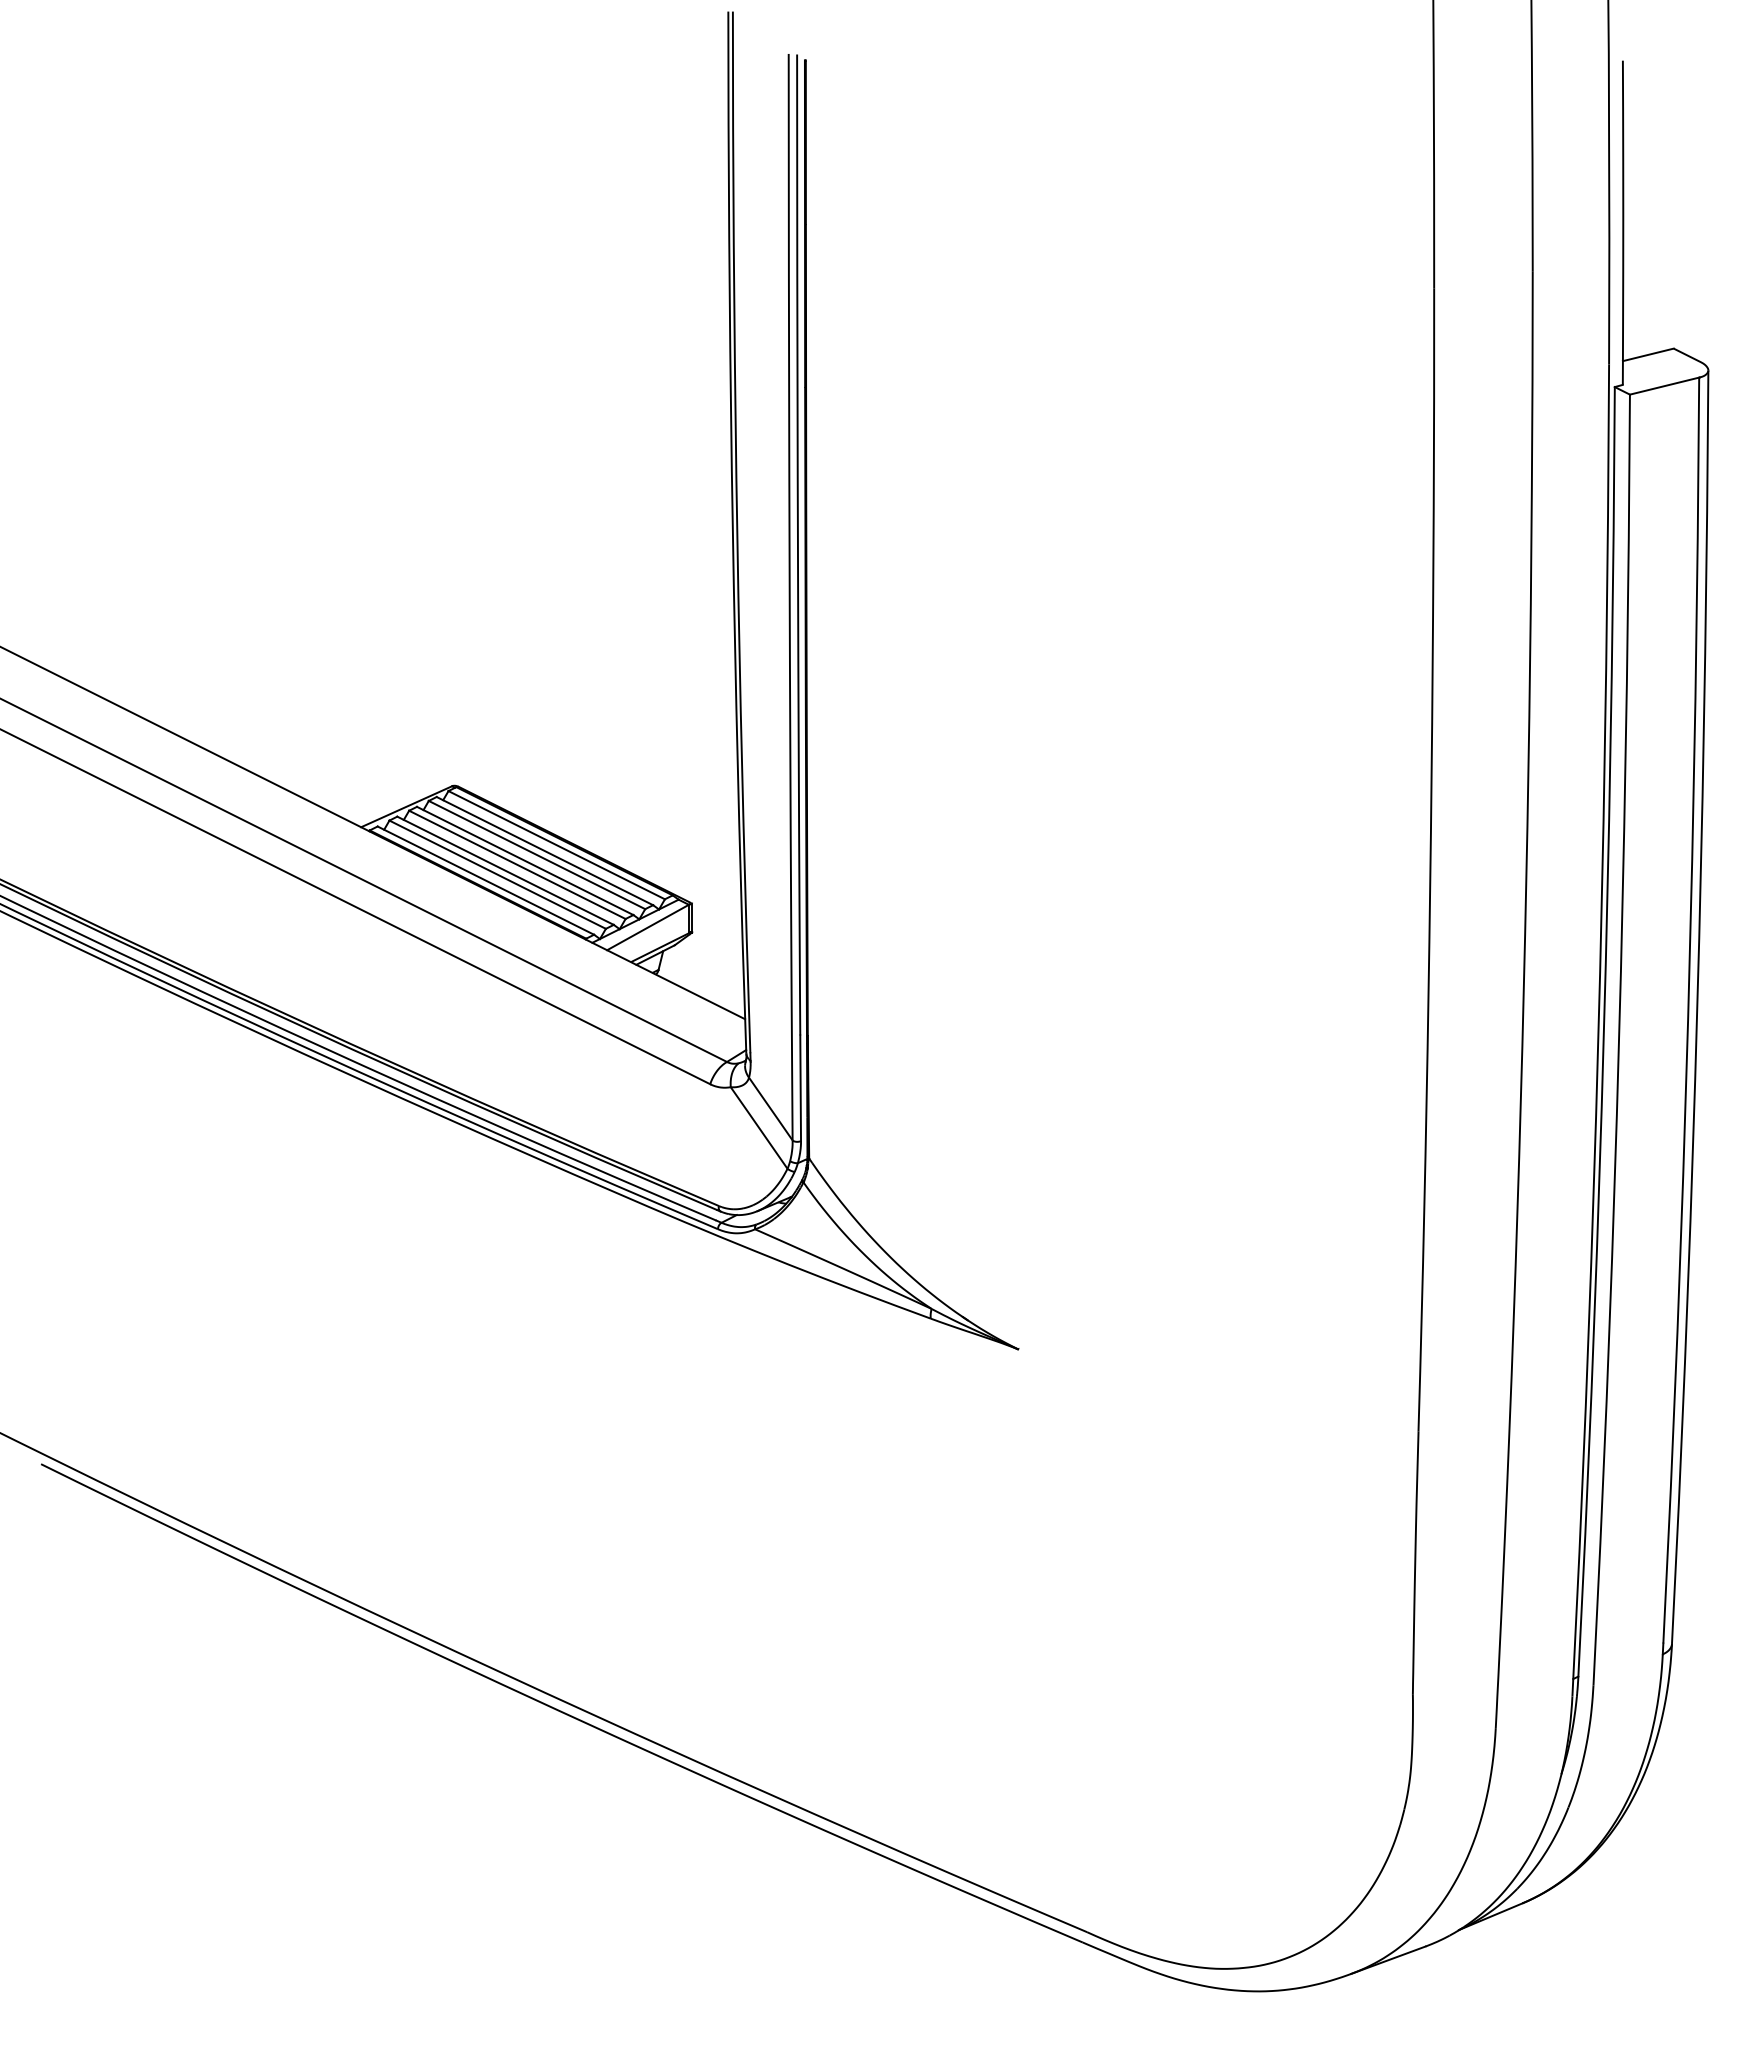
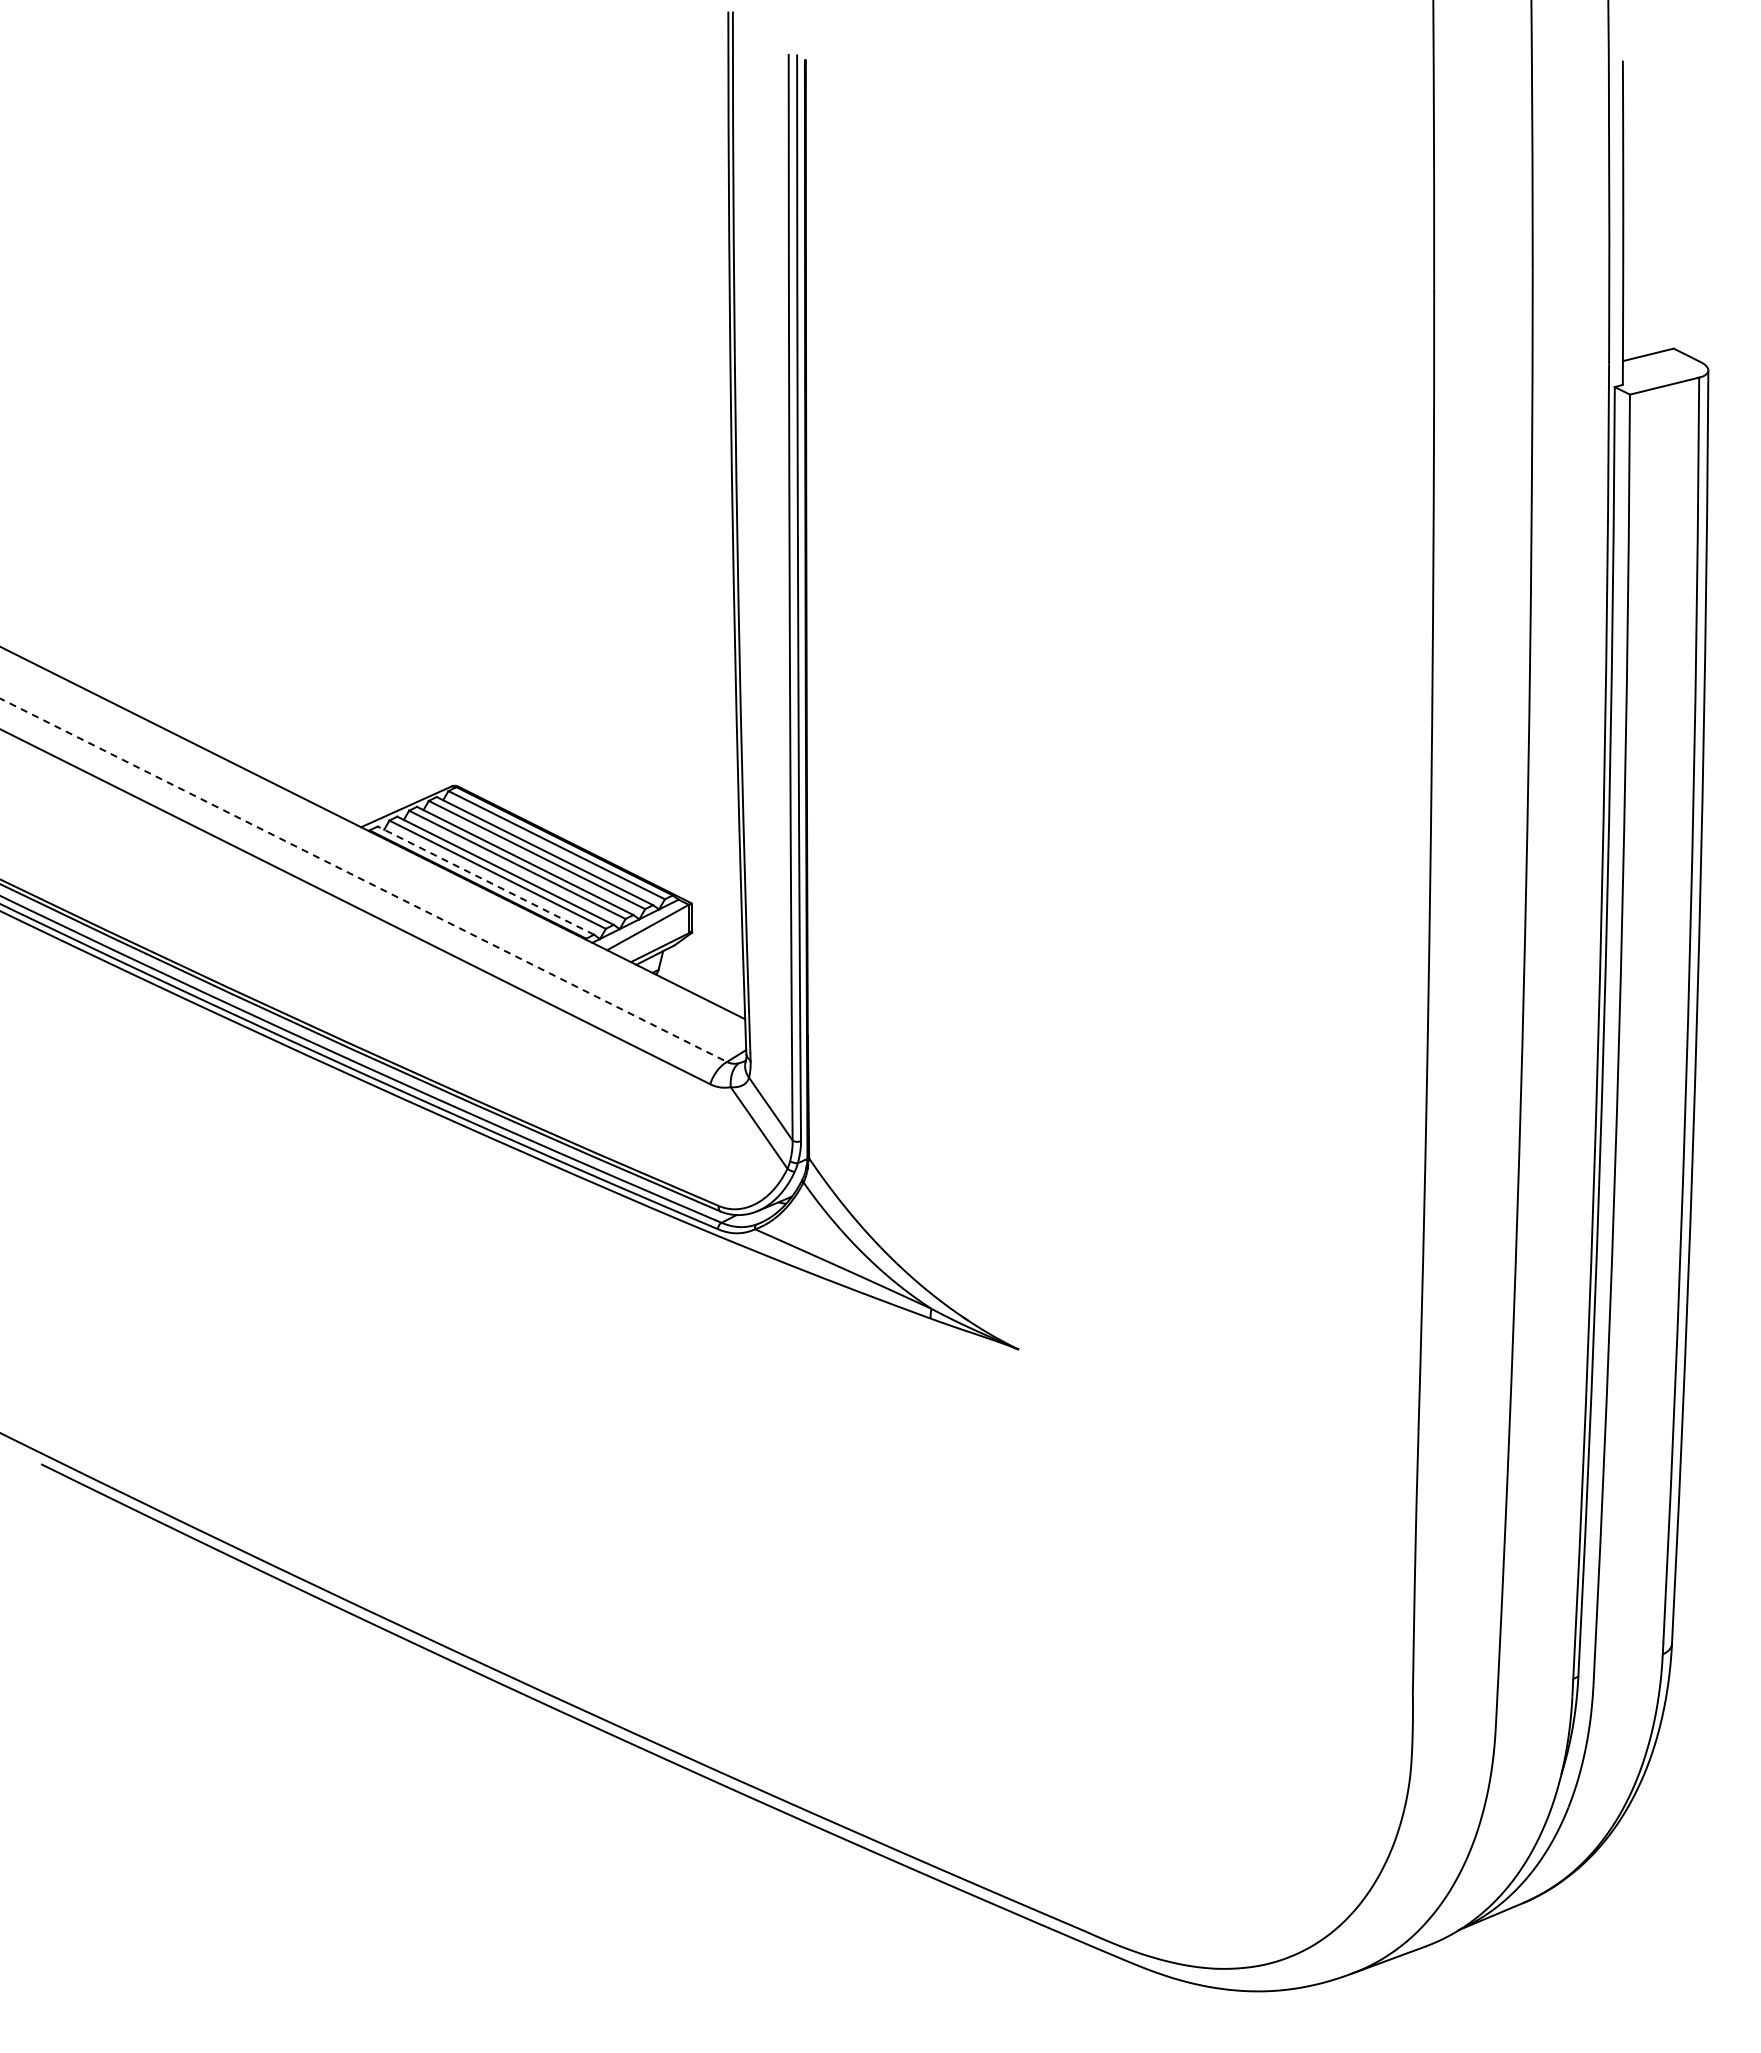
line at (363, 880): solid -> dashed
line at (485, 880): solid -> dashed
